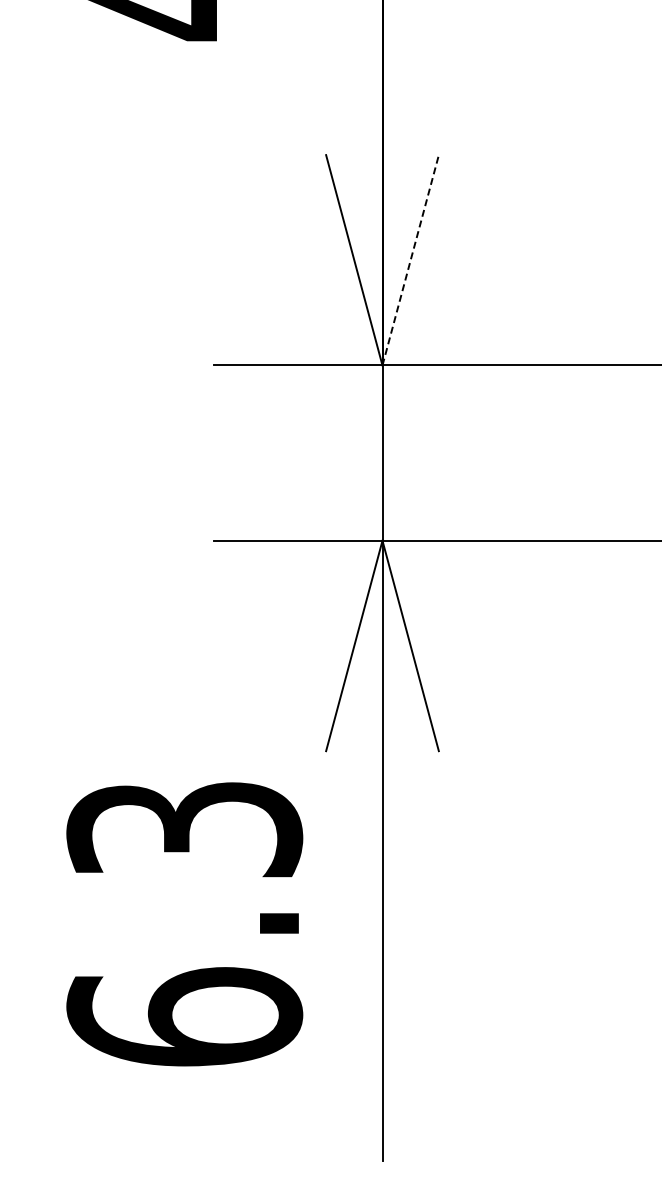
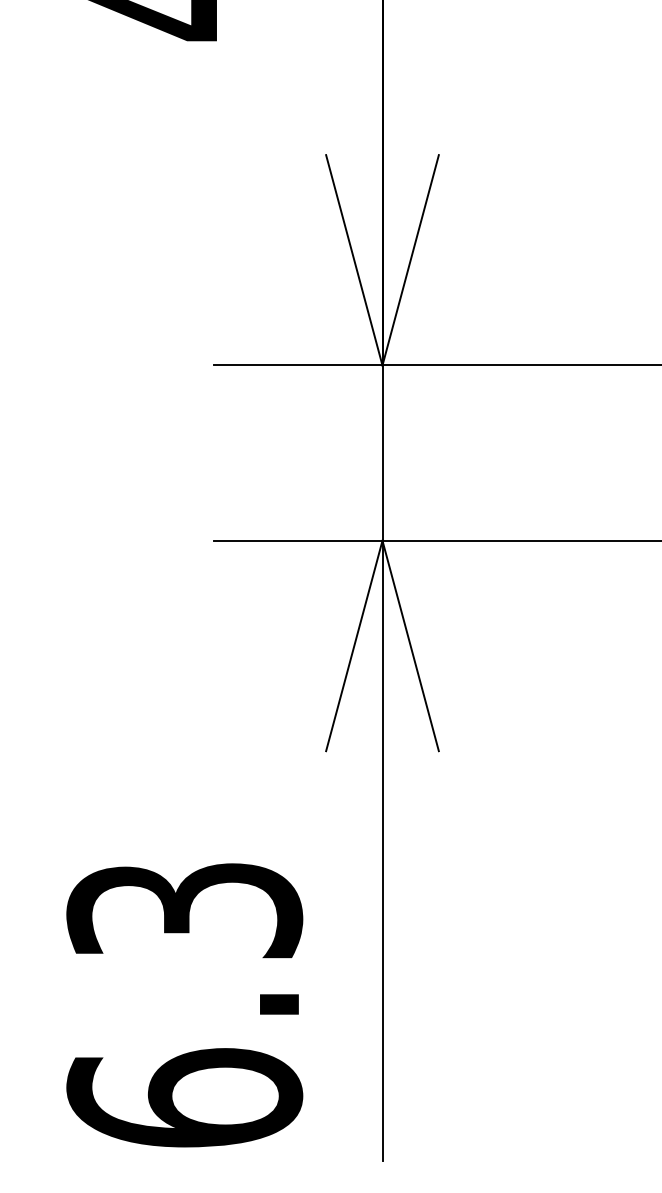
line at (410, 260): dashed -> solid
text at (184, 924) position: (184, 924) -> (184, 1005)
